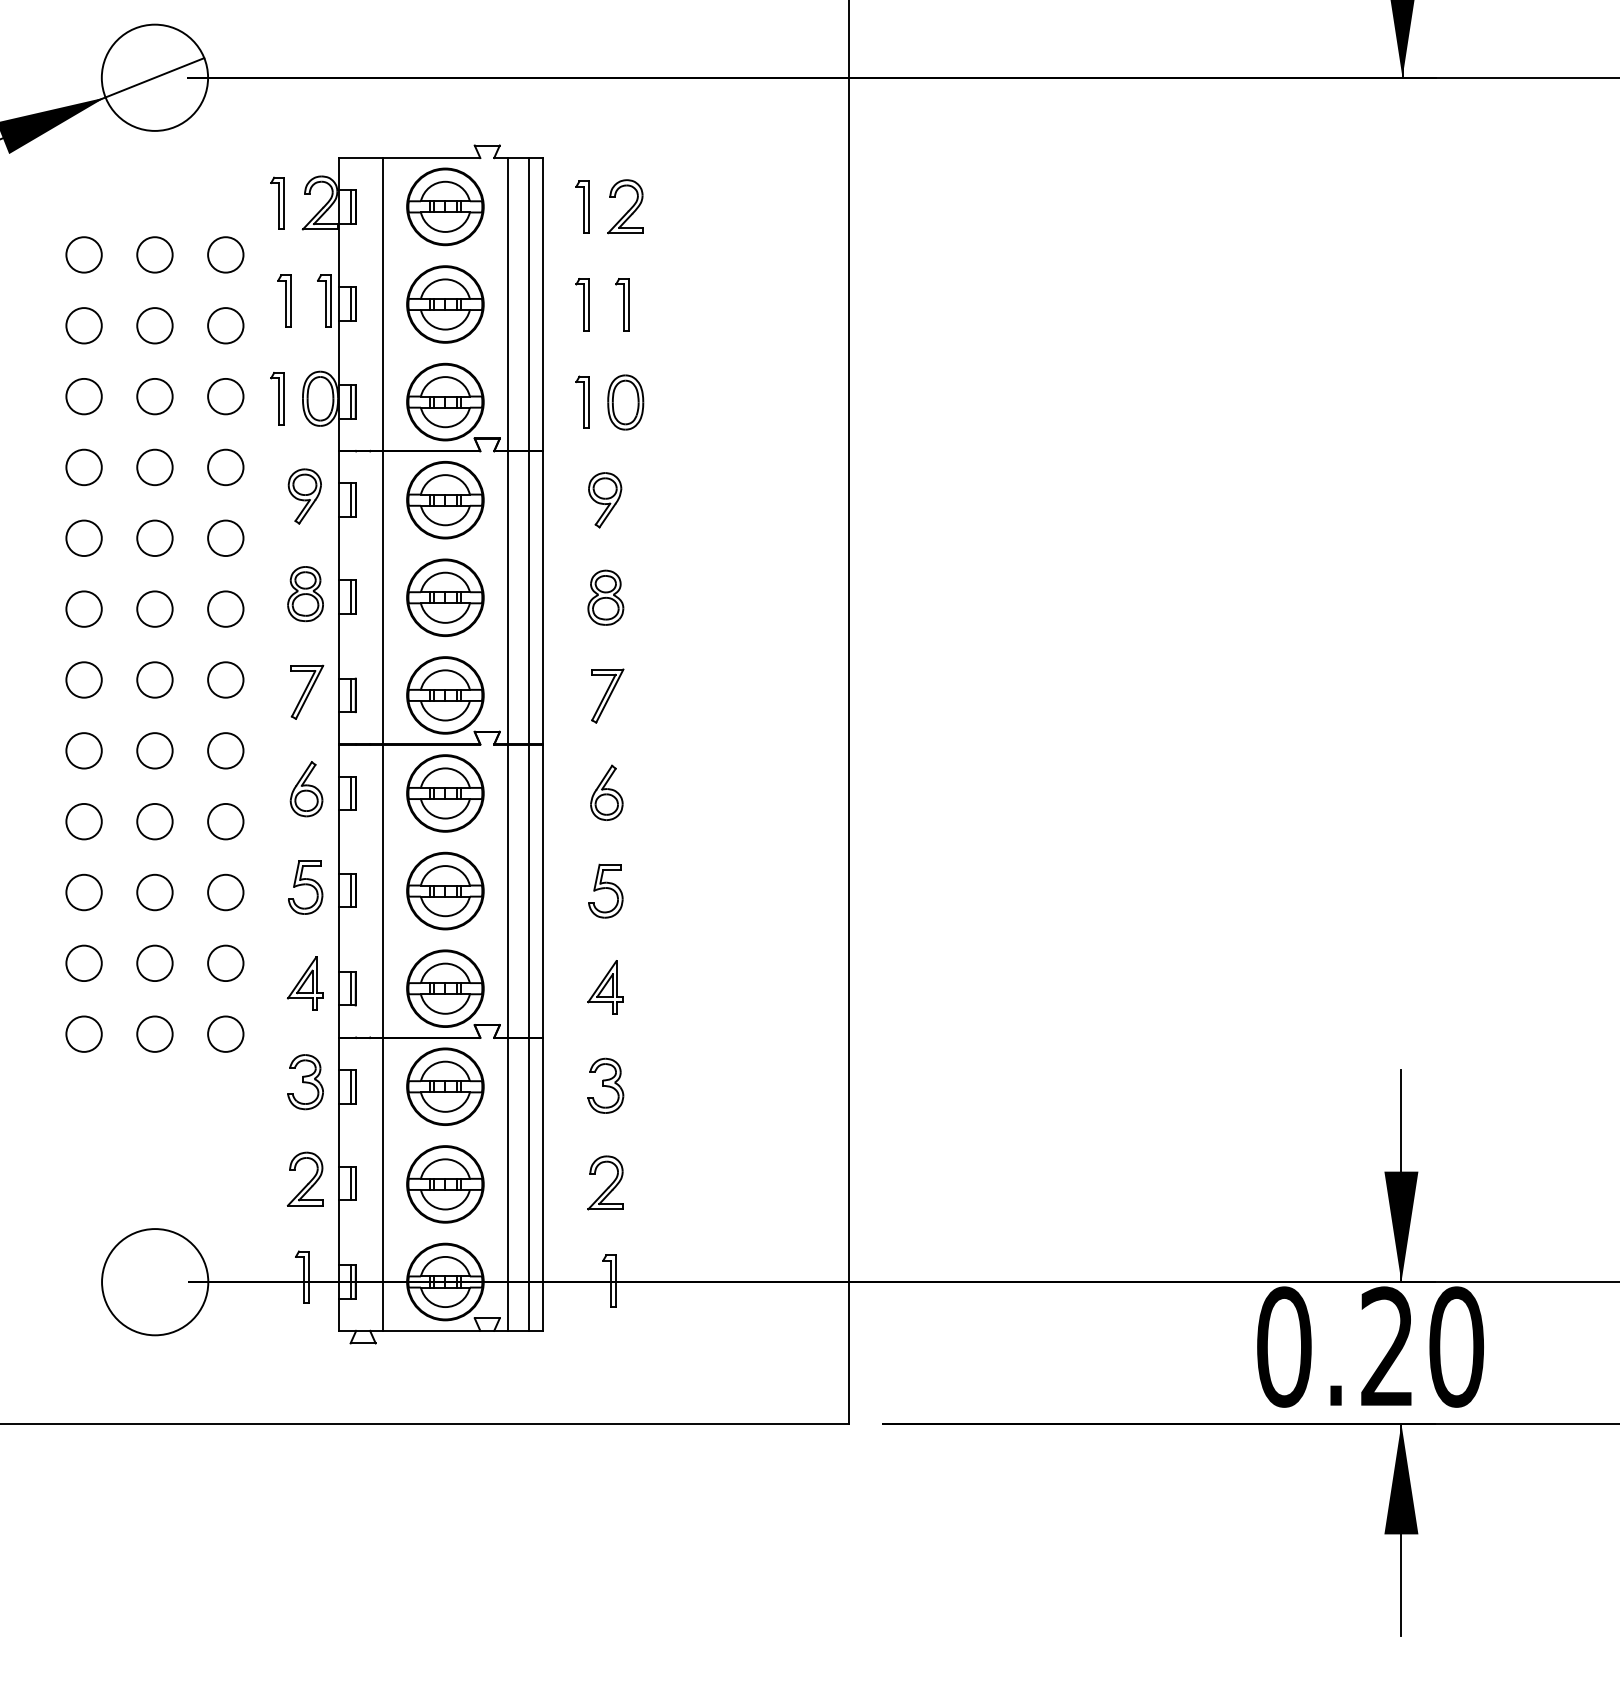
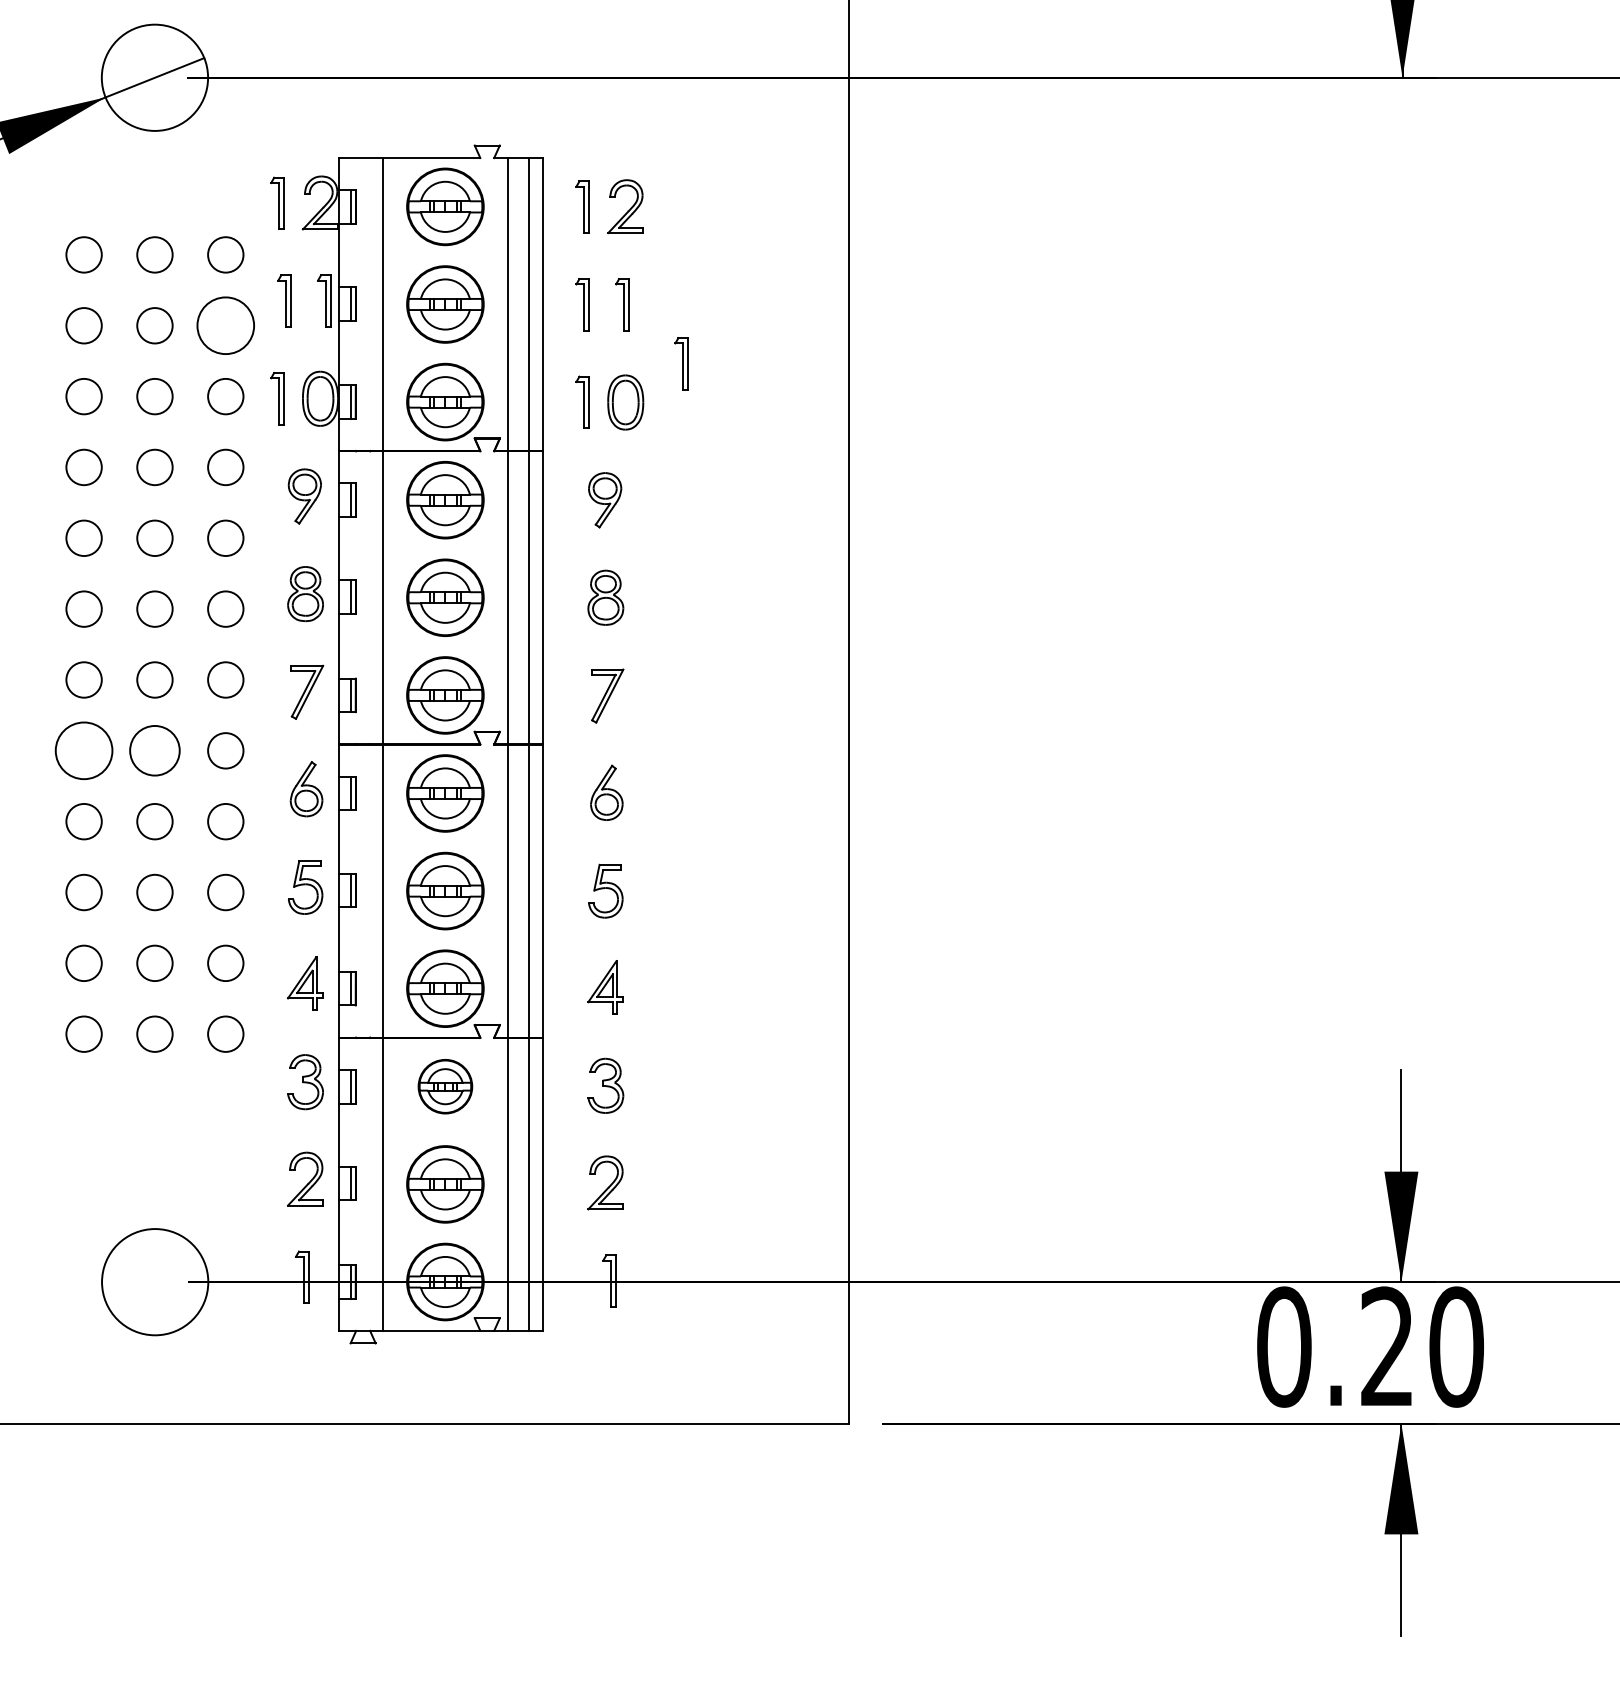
circle at (225, 325) diameter: 35 px -> 57 px
part at (681, 363): none -> present
circle at (83, 750) diameter: 35 px -> 57 px
circle at (154, 750) size: 38x38 px -> 52x52 px
part at (445, 1086) size: 79x79 px -> 57x56 px
